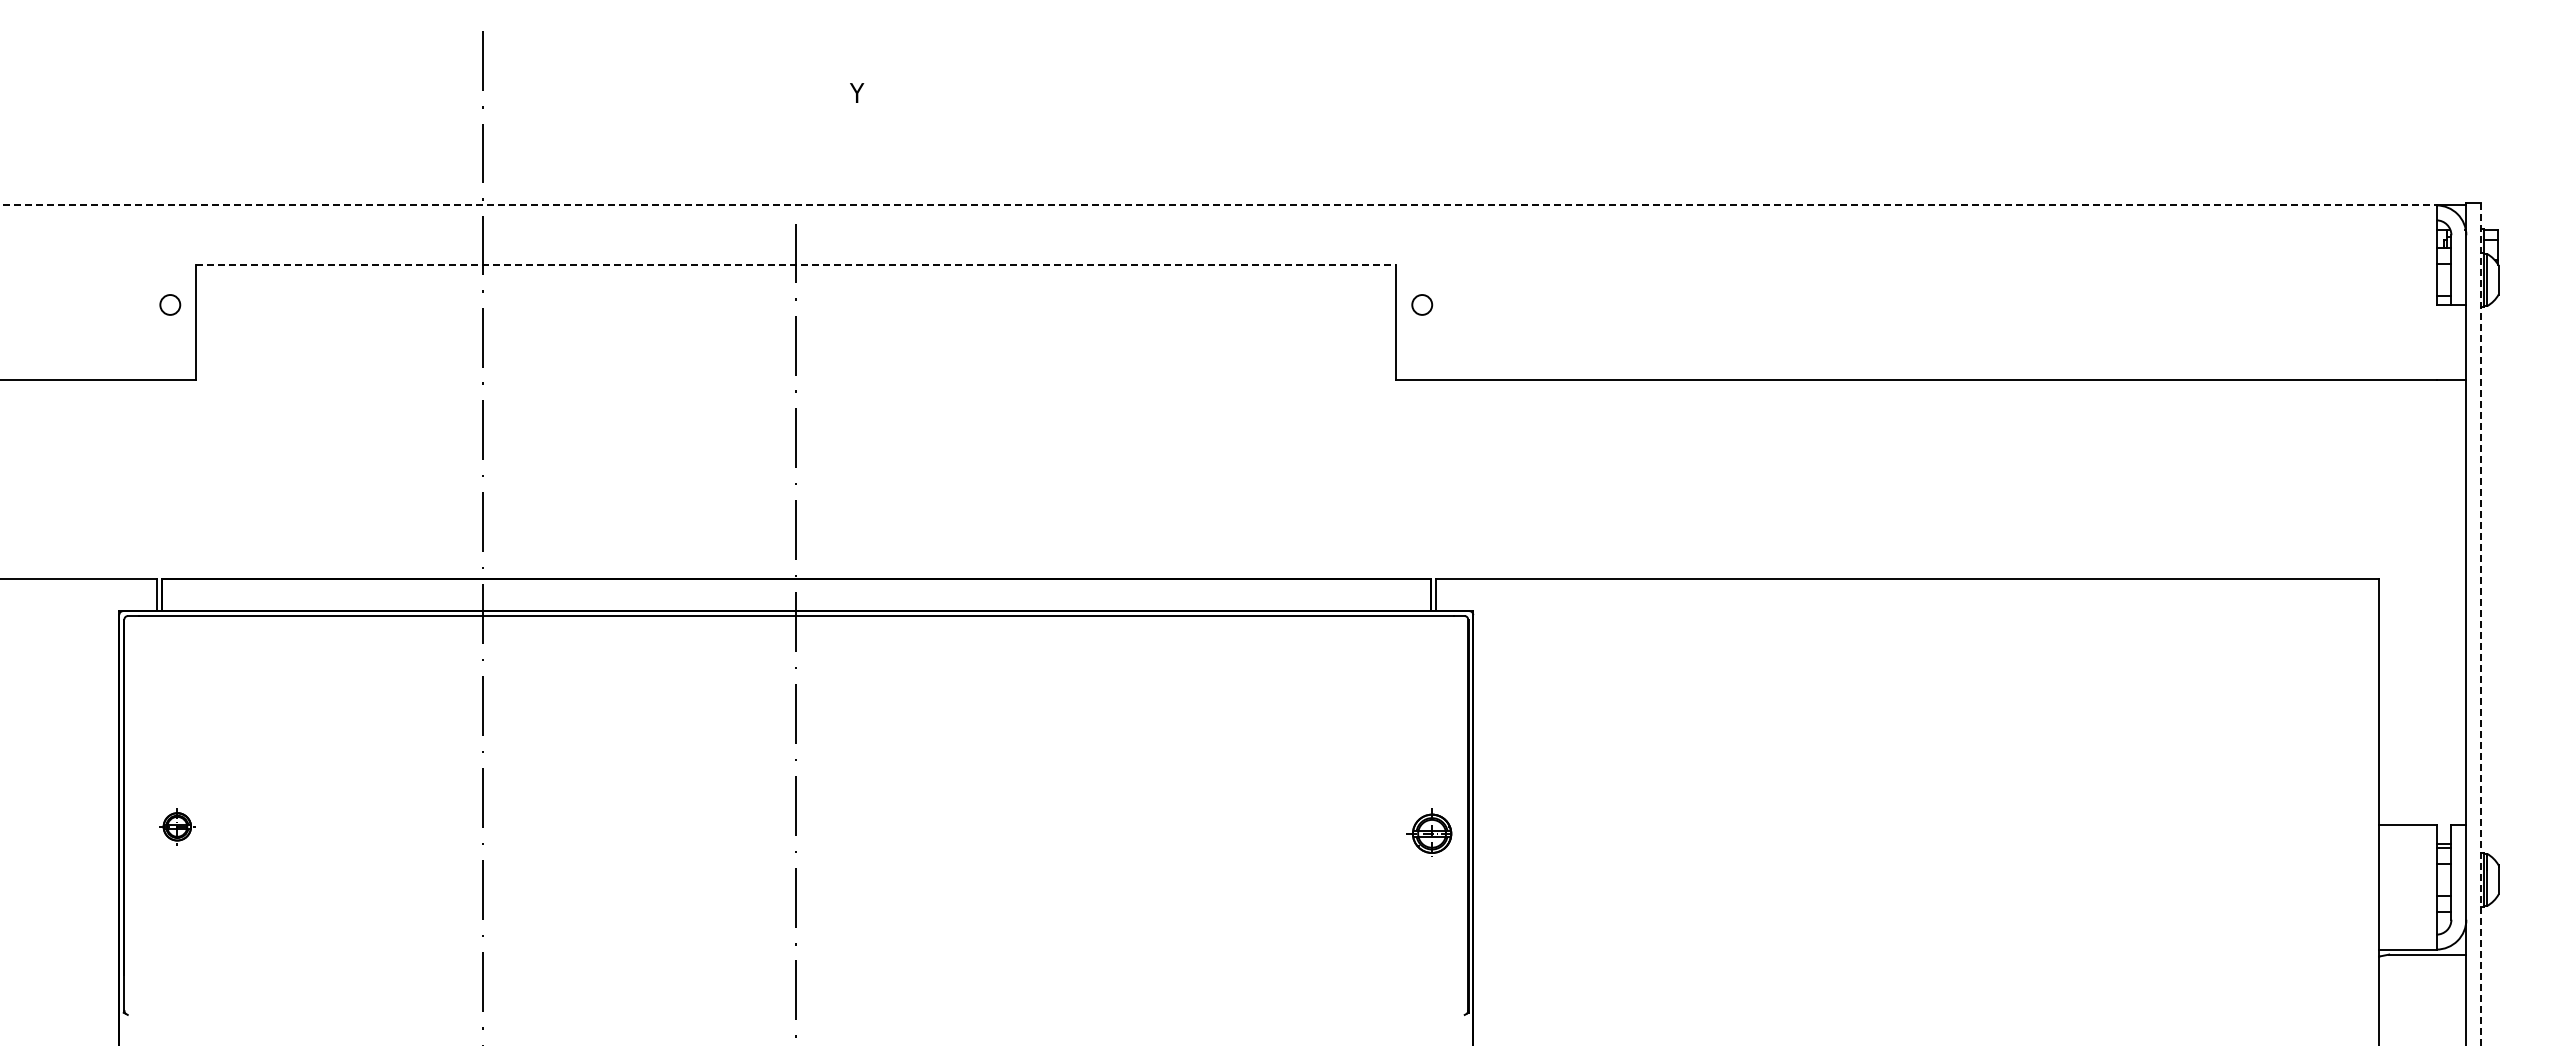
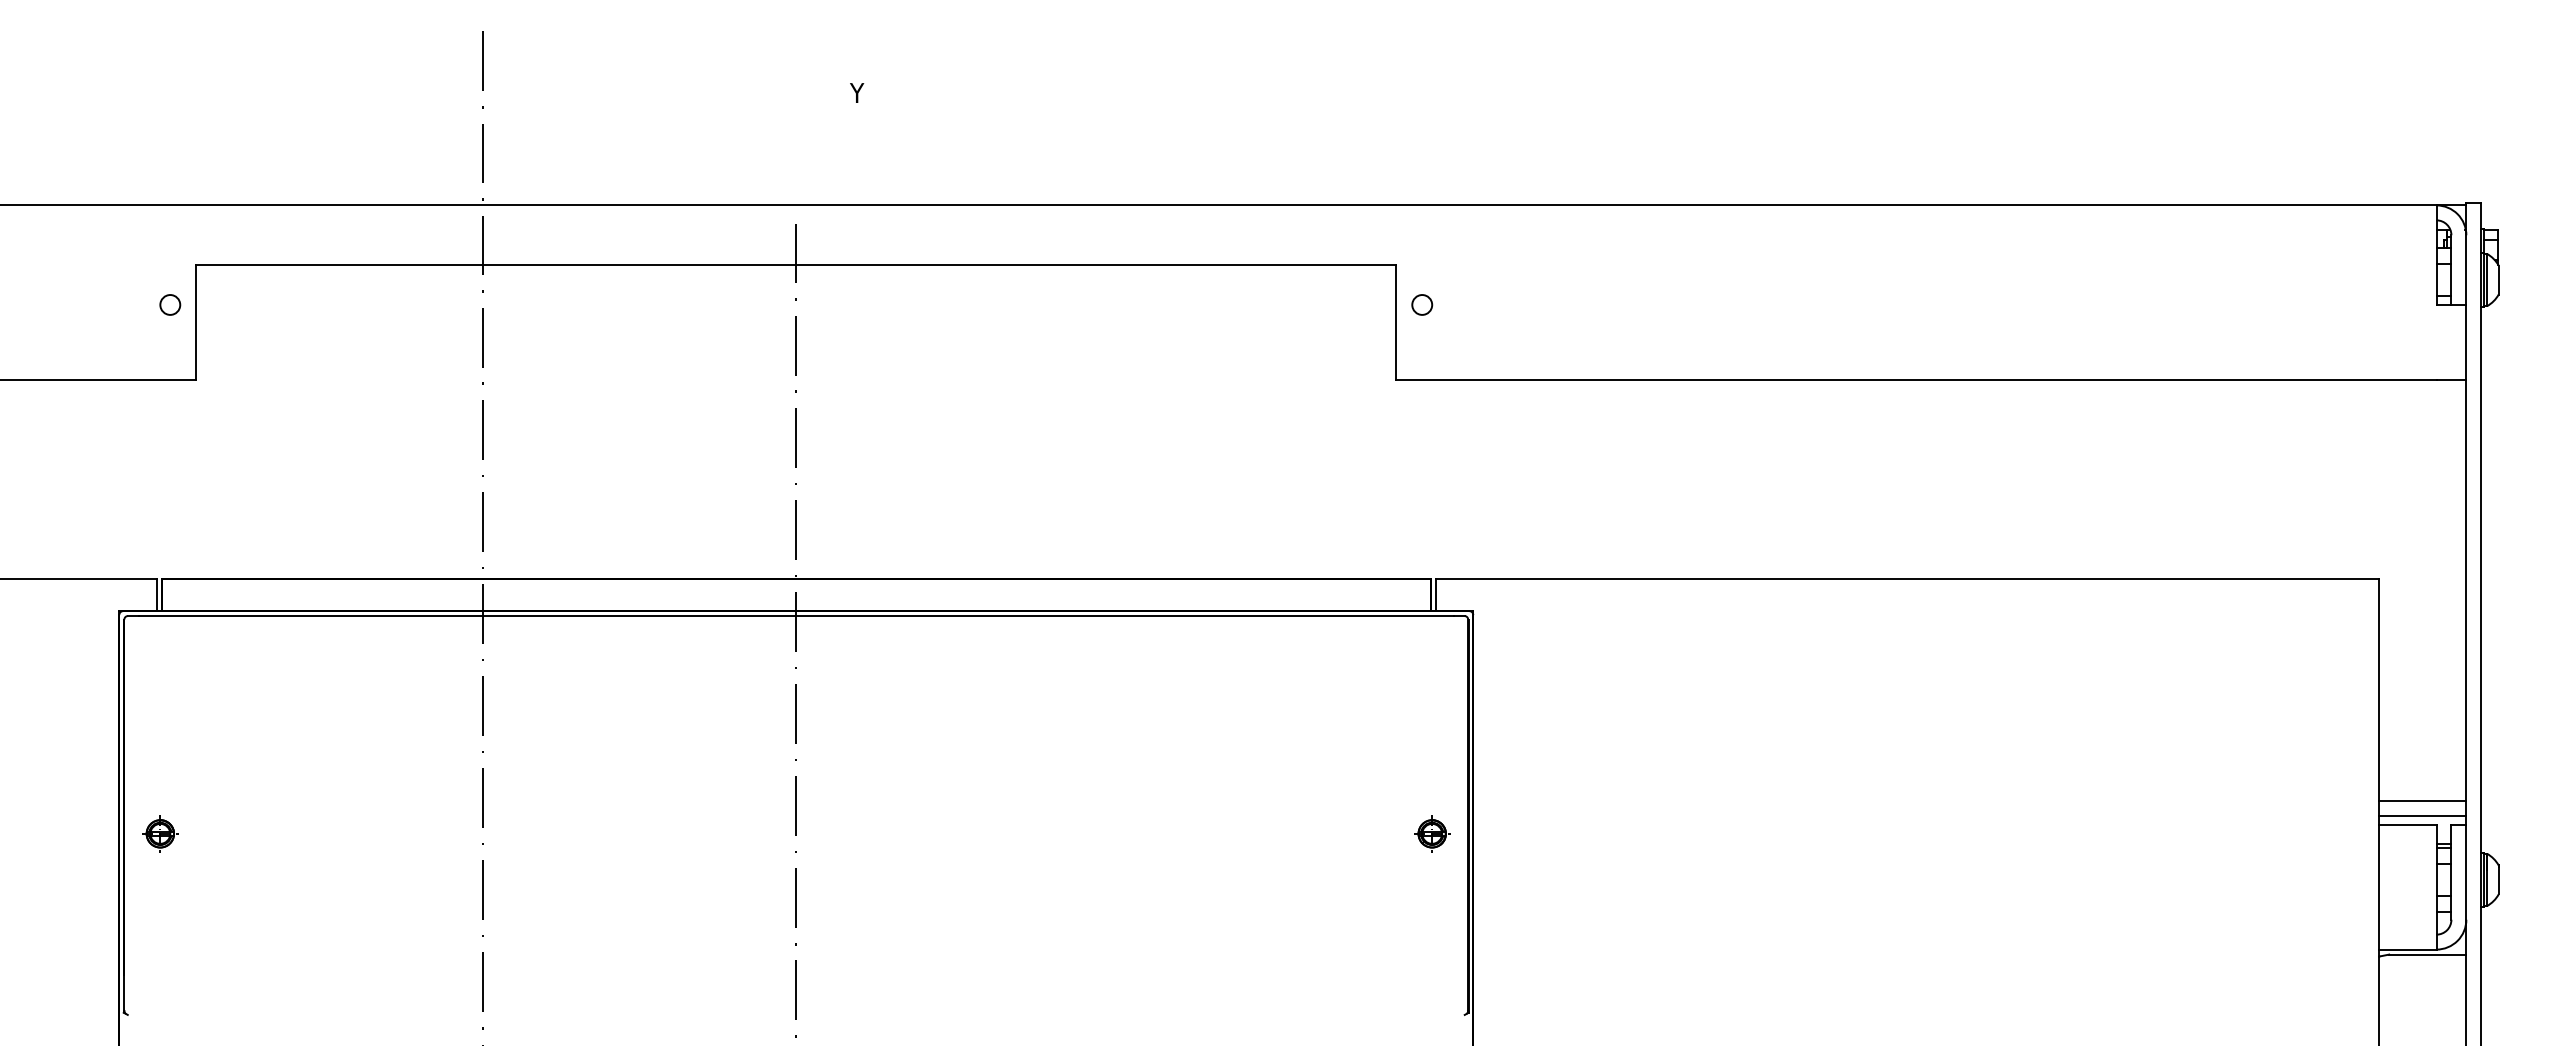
line at (1218, 205): dashed -> solid
line at (796, 265): dashed -> solid
line at (2481, 624): dashed -> solid
line at (2422, 800): none -> present
line at (2422, 815): none -> present
part at (177, 826) position: (177, 826) -> (160, 833)
part at (1429, 832) size: 47x49 px -> 37x38 px
